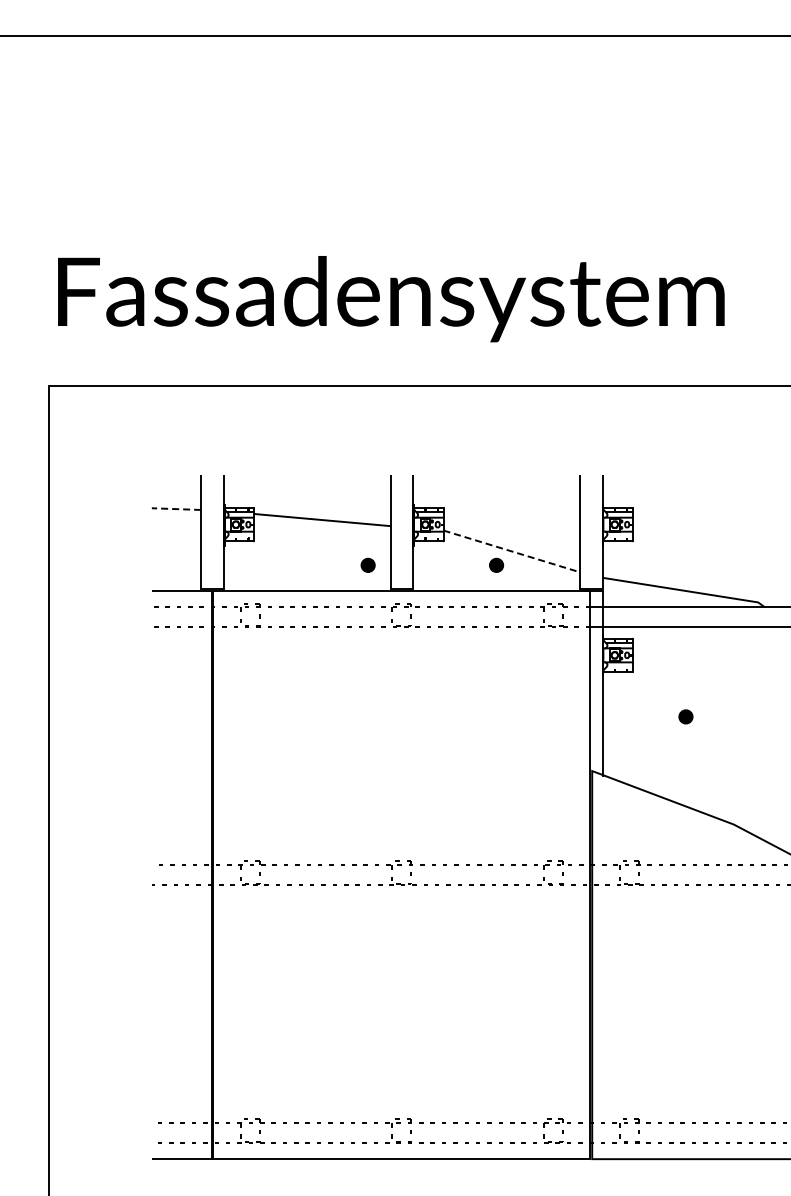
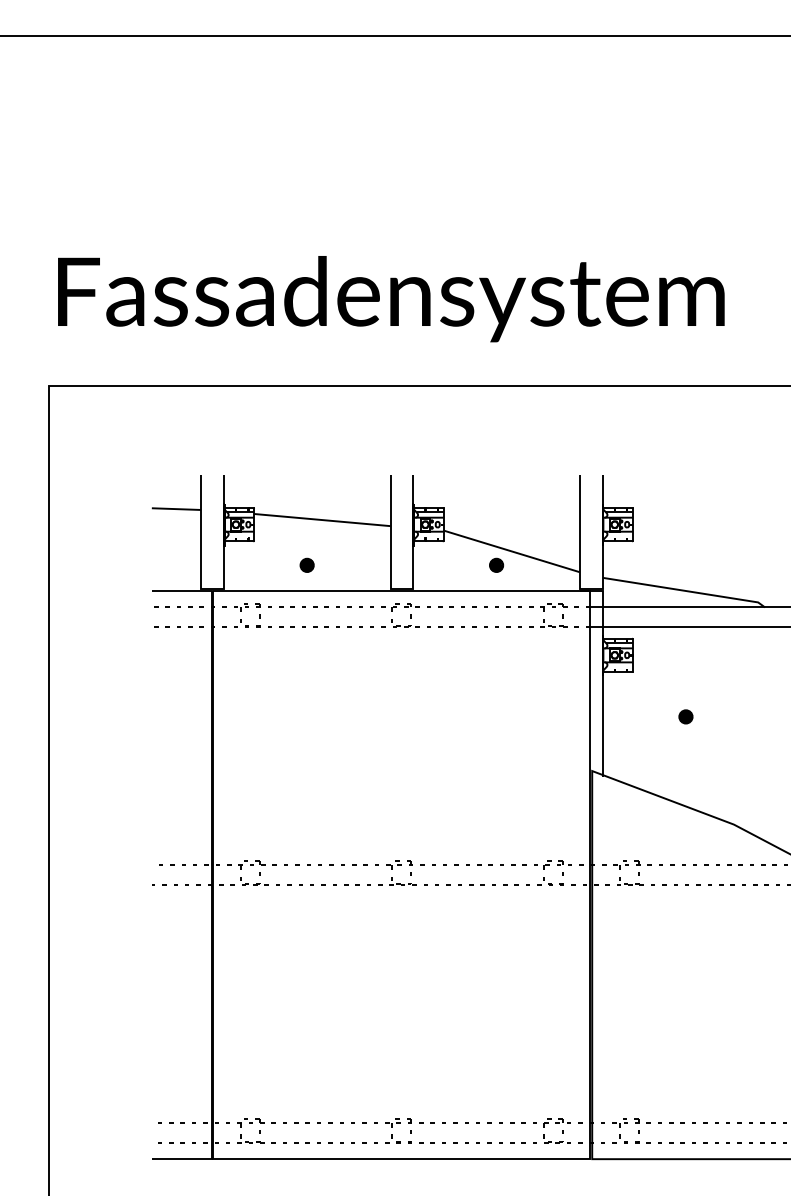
line at (176, 509): dashed -> solid
line at (511, 551): dashed -> solid
part at (367, 564) position: (367, 564) -> (306, 564)
